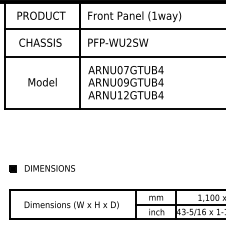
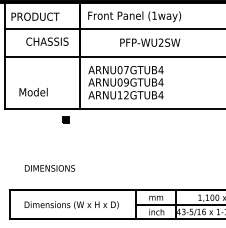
text at (41, 15) position: (41, 15) -> (35, 16)
text at (40, 42) position: (40, 42) -> (47, 41)
text at (118, 42) position: (118, 42) -> (150, 42)
text at (42, 82) position: (42, 82) -> (33, 92)
part at (12, 168) position: (12, 168) -> (65, 119)
